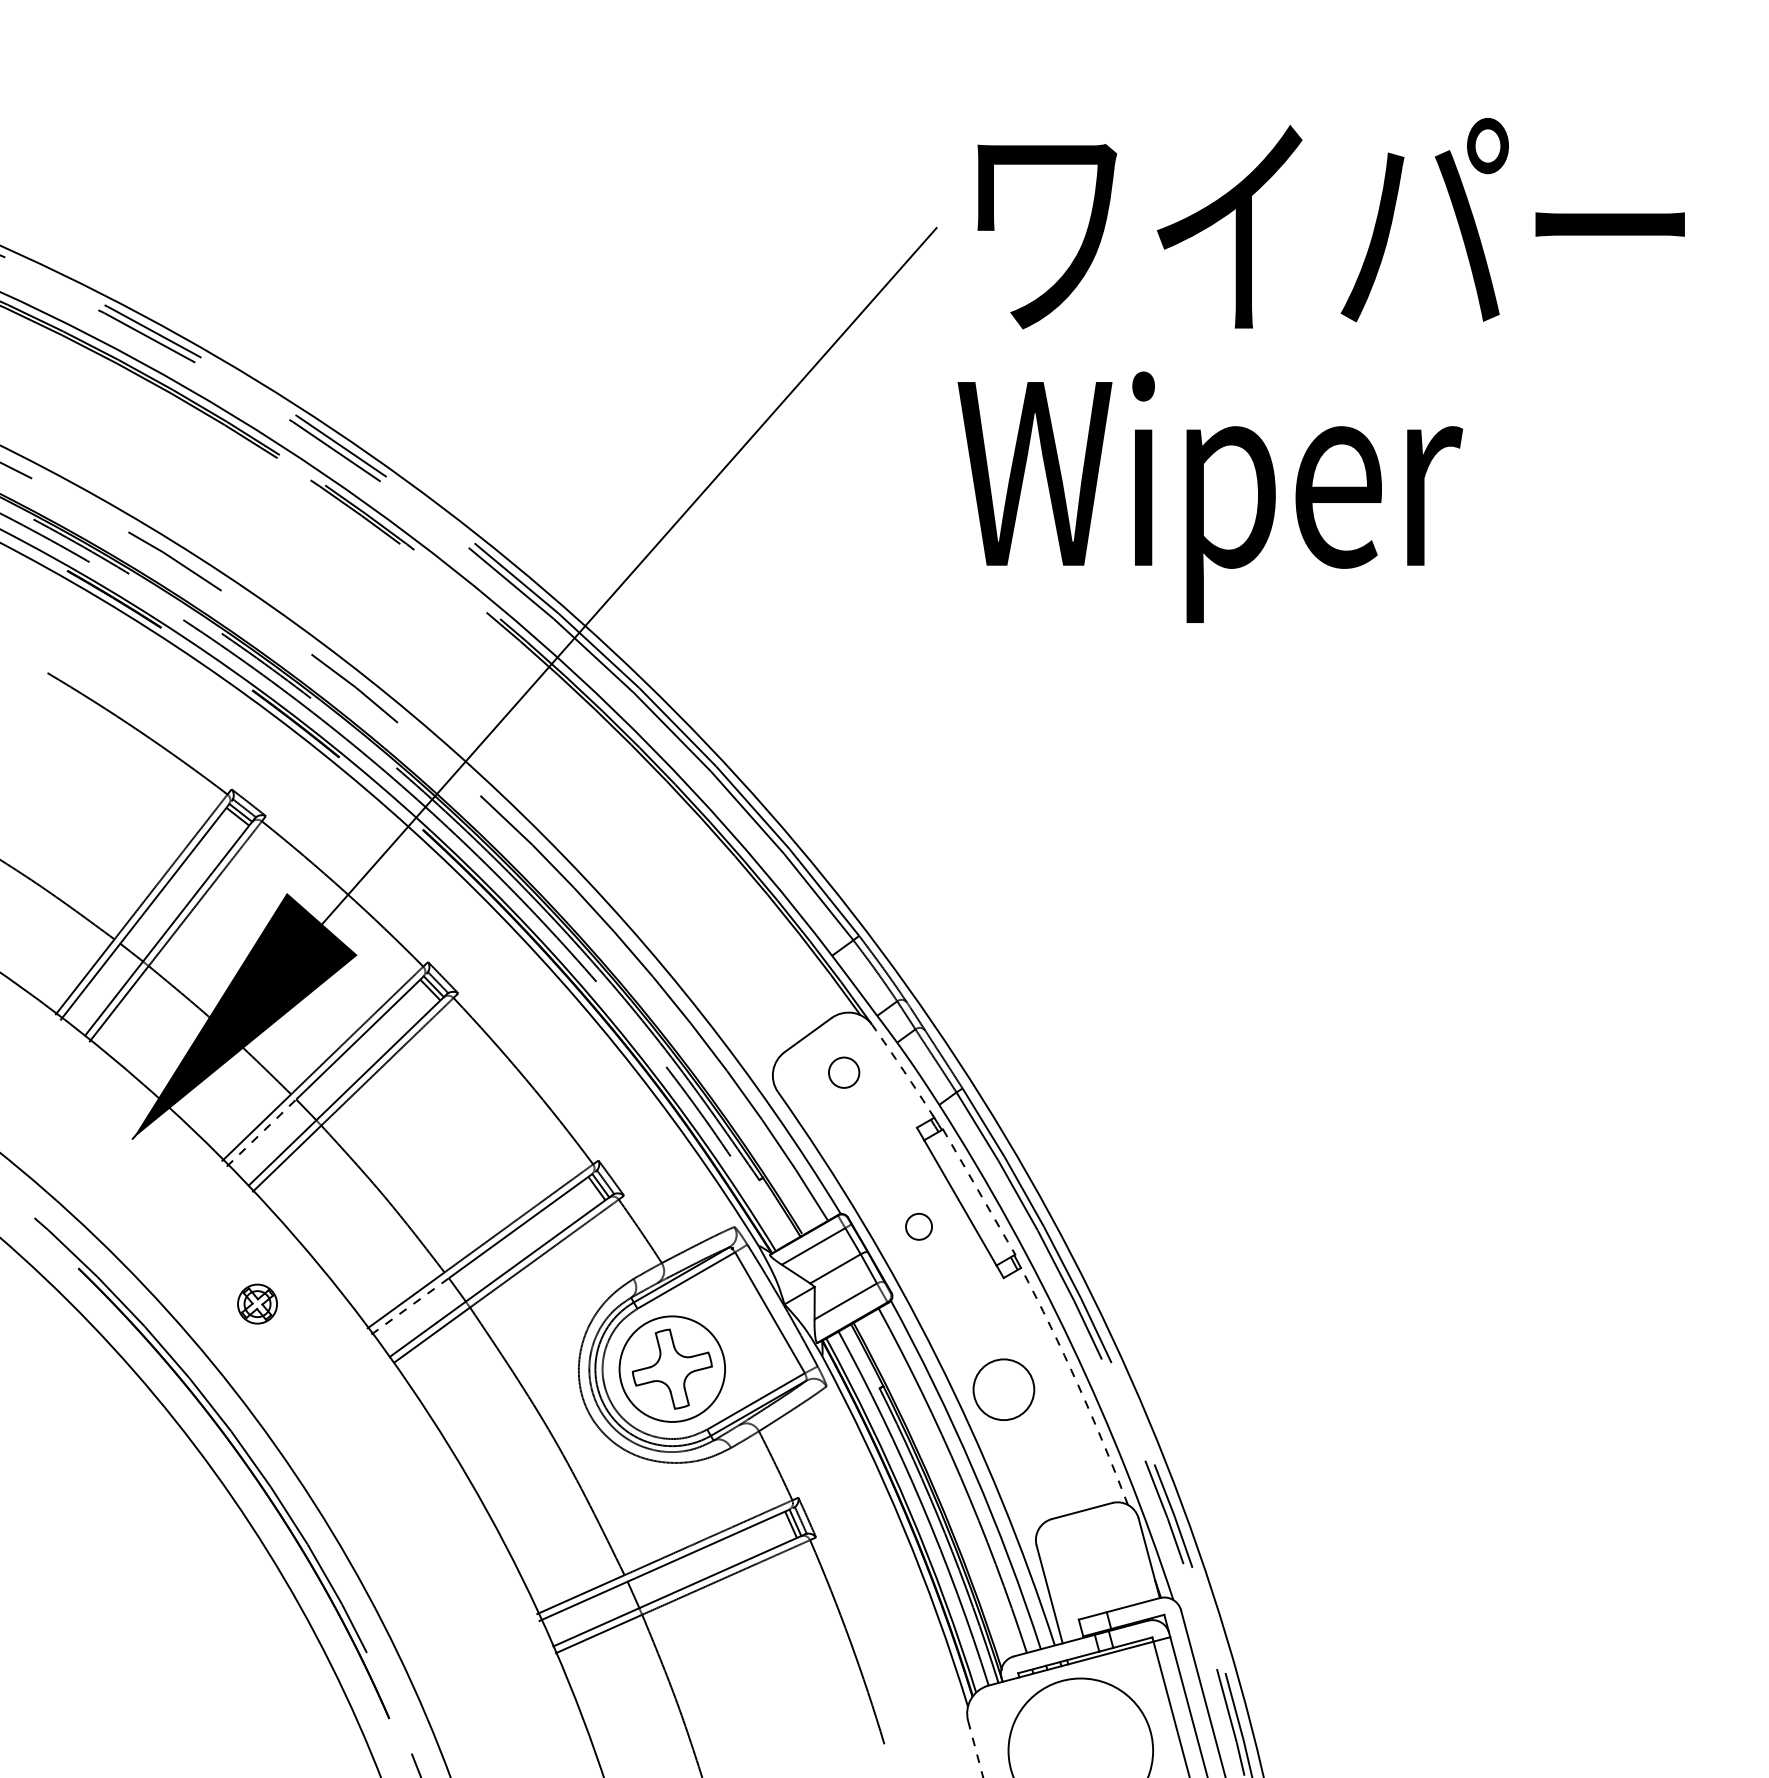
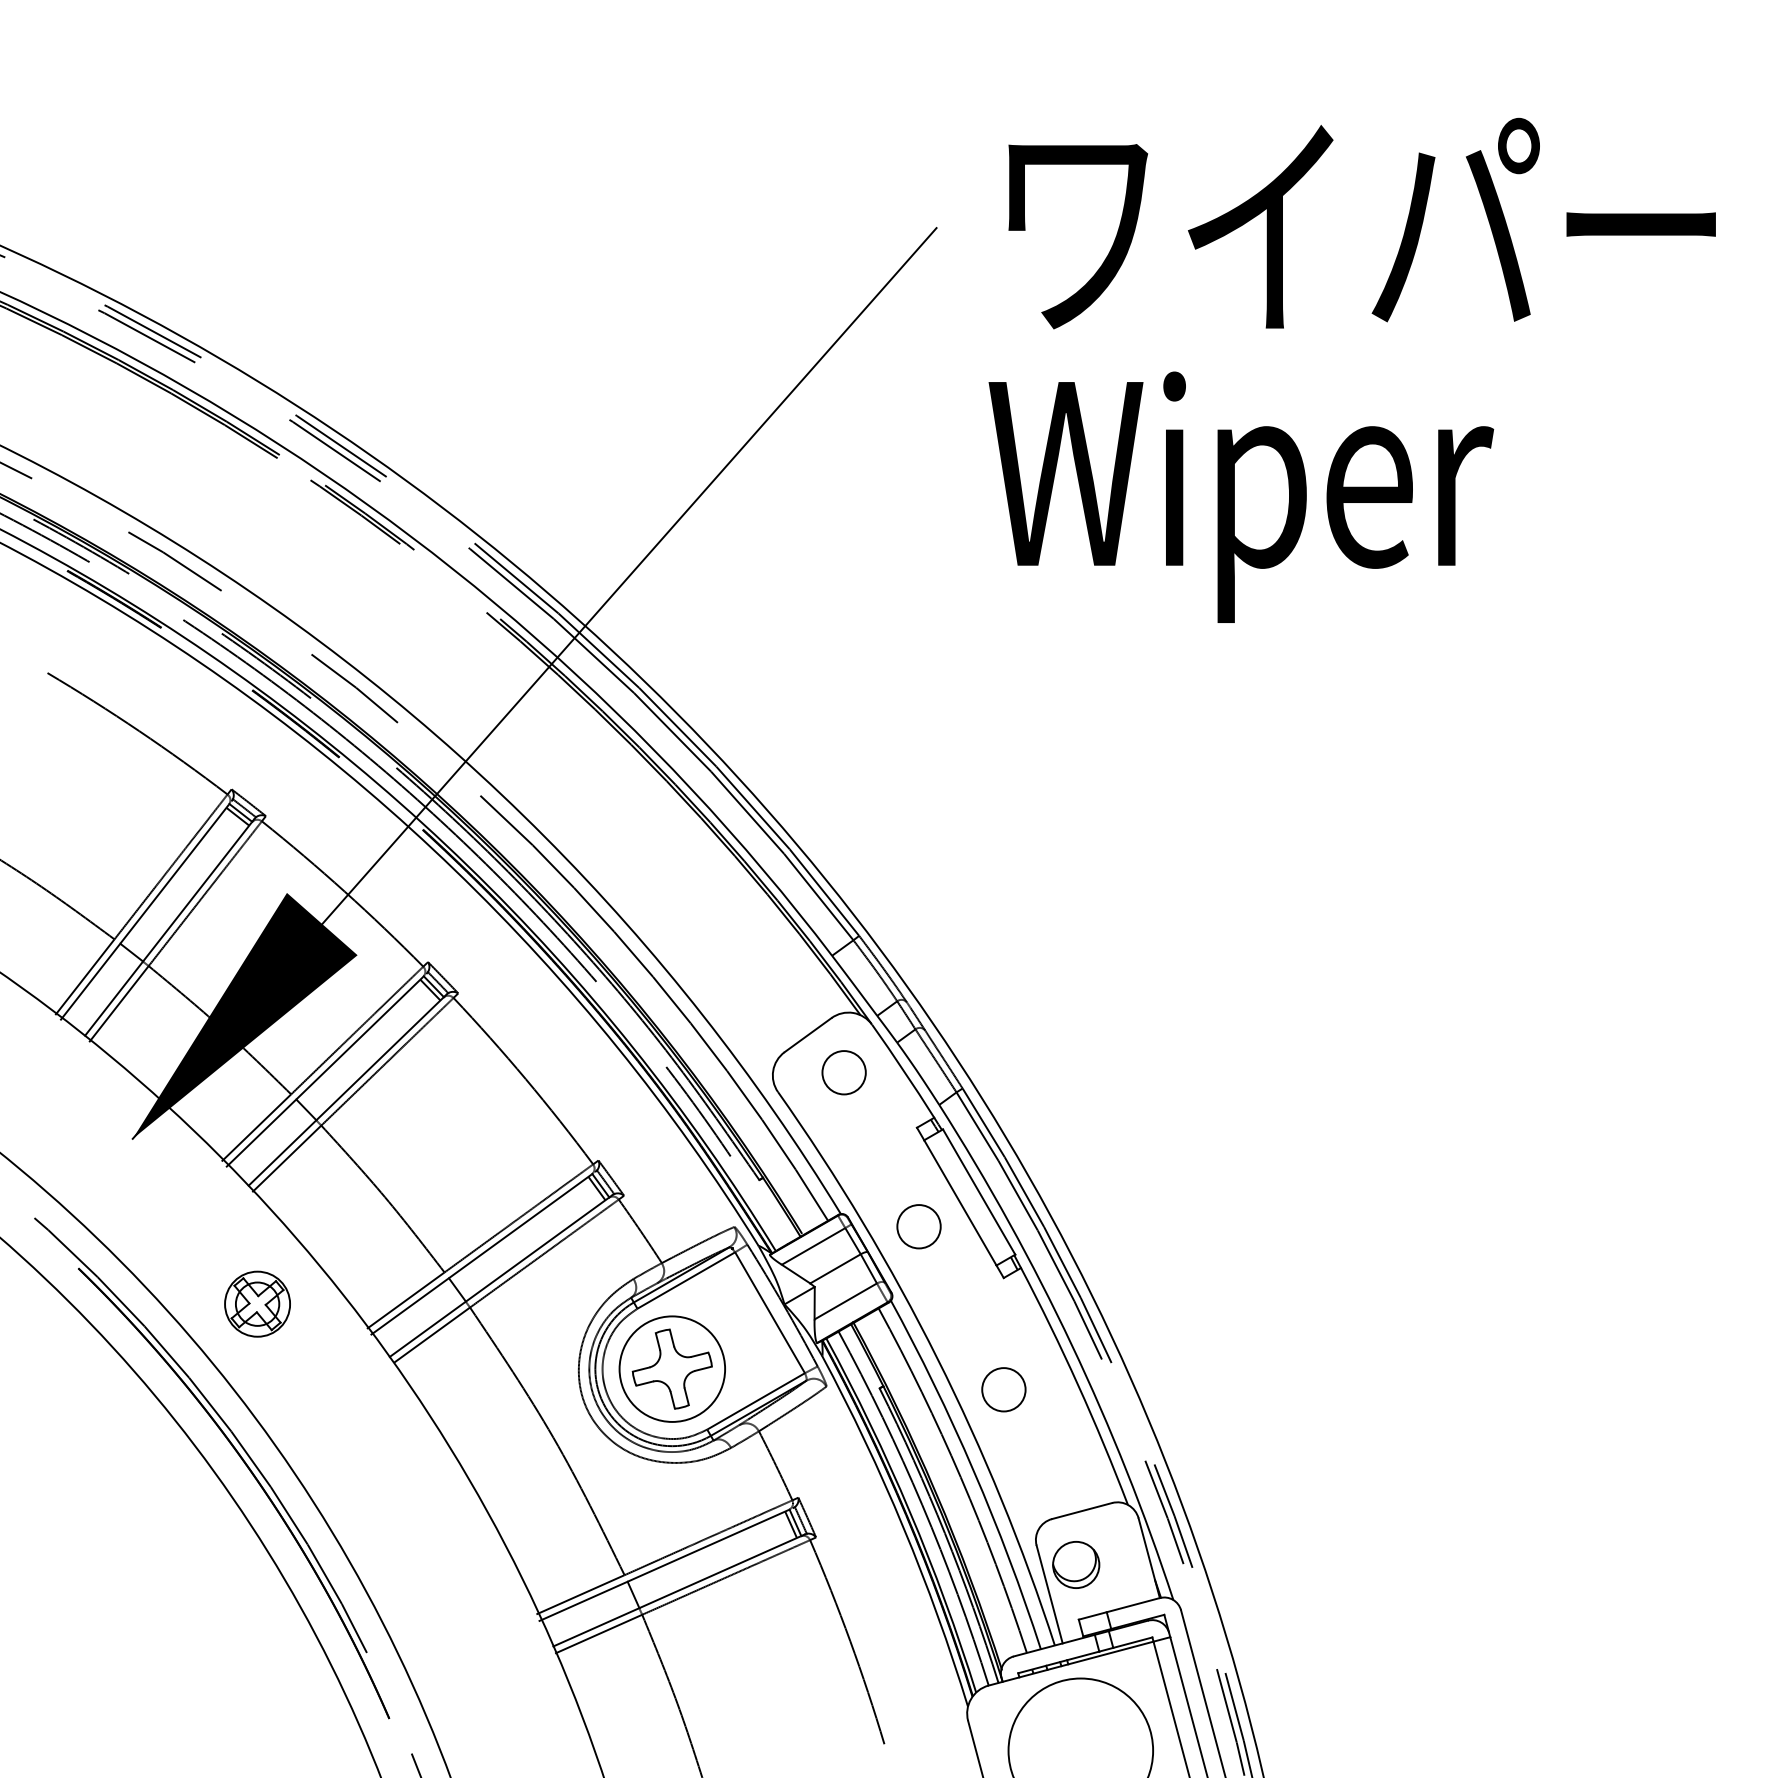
text at (1320, 369) position: (1320, 369) -> (1351, 369)
arc at (903, 1070): dashed -> solid
circle at (843, 1072) diameter: 30 px -> 43 px
line at (261, 1132): dashed -> solid
line at (979, 1192): dashed -> solid
circle at (918, 1226) size: 28x28 px -> 46x46 px
part at (257, 1303) size: 41x42 px -> 67x68 px
line at (410, 1306): dashed -> solid
arc at (1078, 1384): dashed -> solid
circle at (1003, 1389) diameter: 61 px -> 43 px
part at (1076, 1564): none -> present
line at (975, 1749): dashed -> solid
